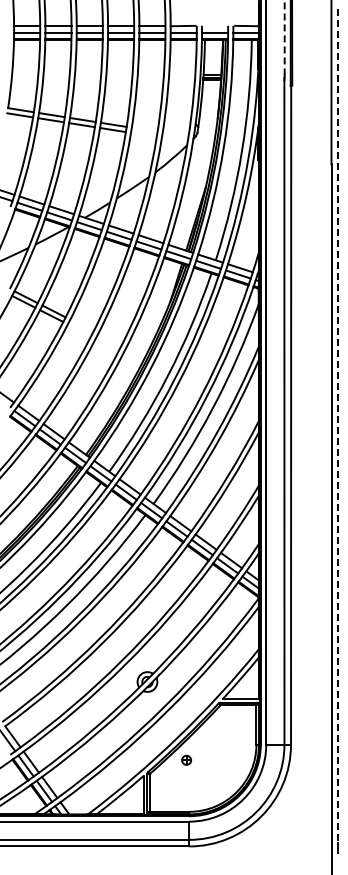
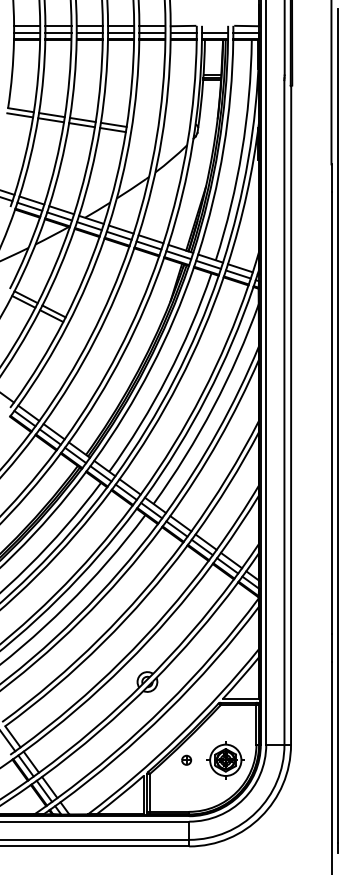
line at (284, 37): dashed -> solid
line at (337, 426): dashed -> solid
part at (225, 760): none -> present
